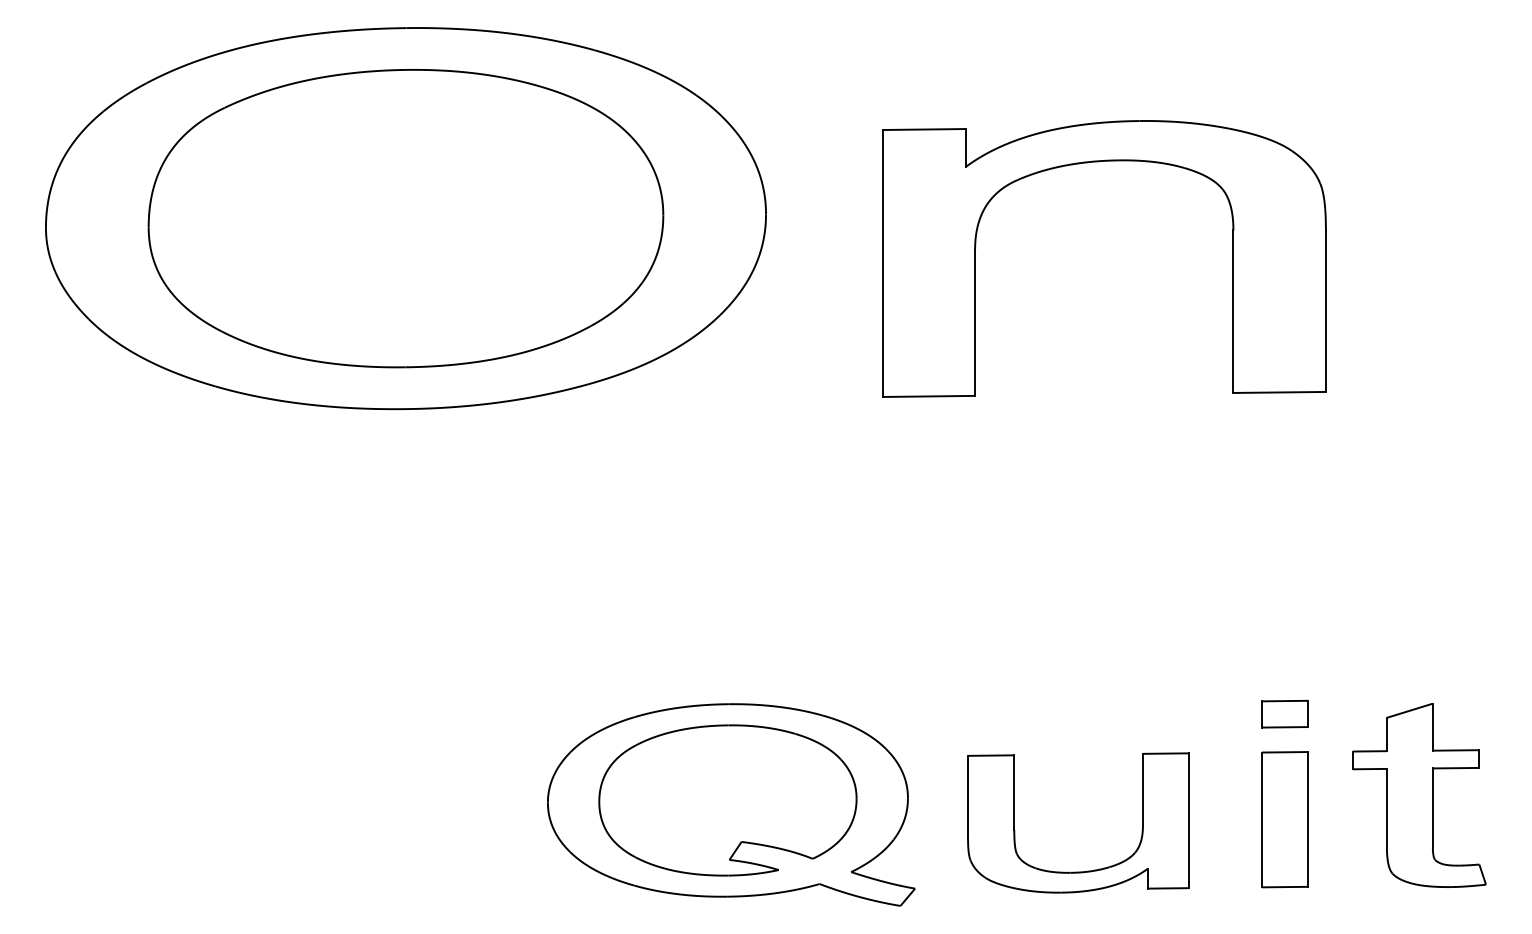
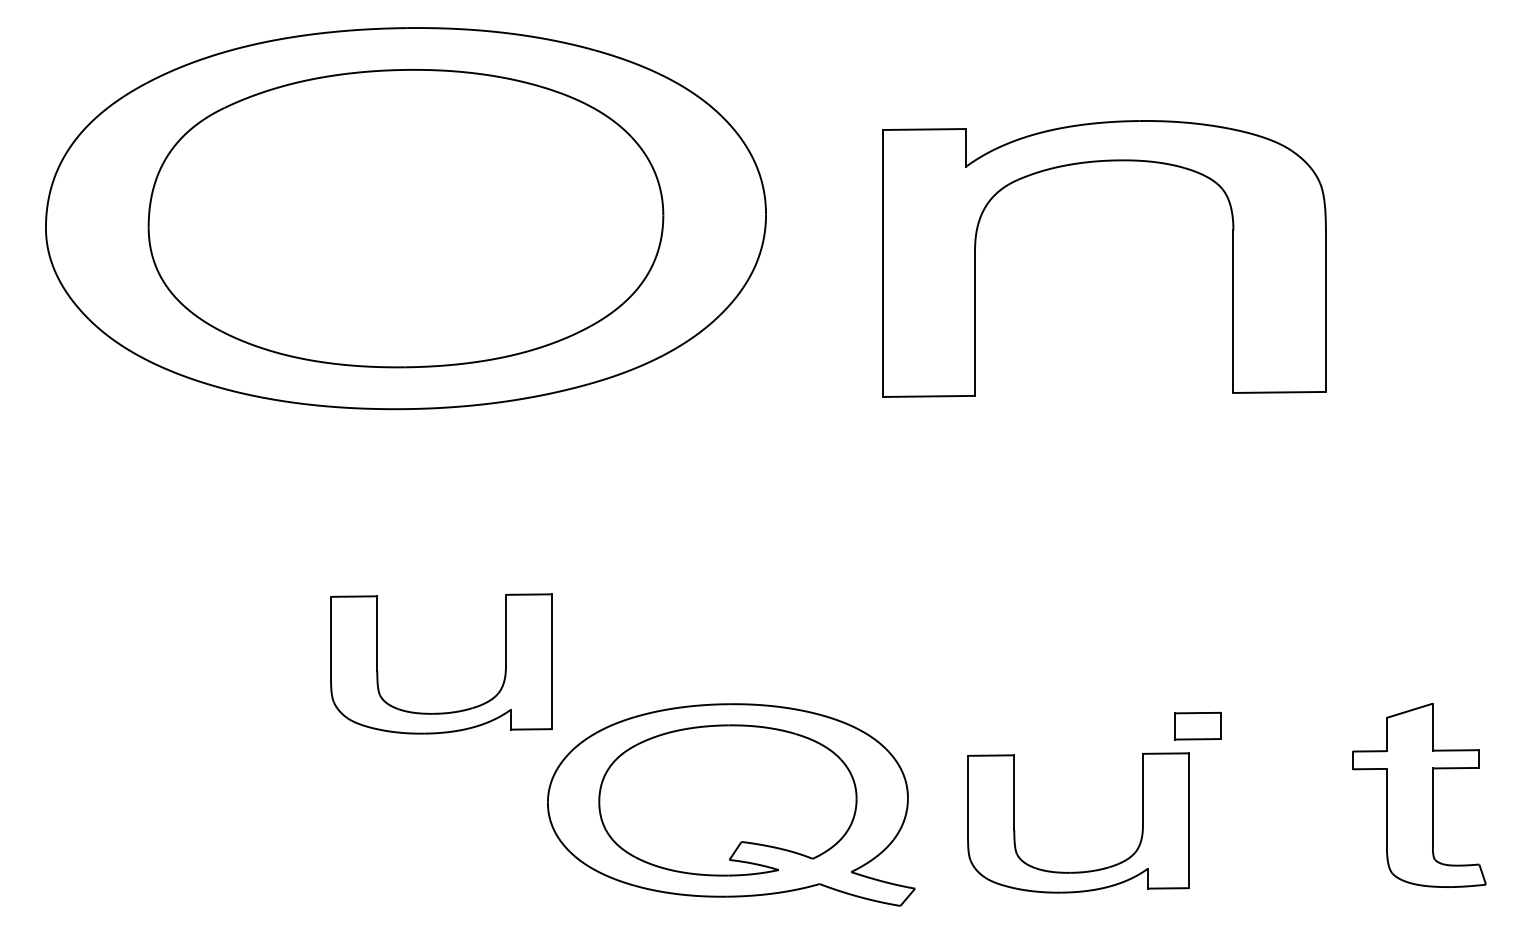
part at (450, 711): none -> present
part at (1284, 713) position: (1284, 713) -> (1197, 725)
part at (1284, 819): present -> none
